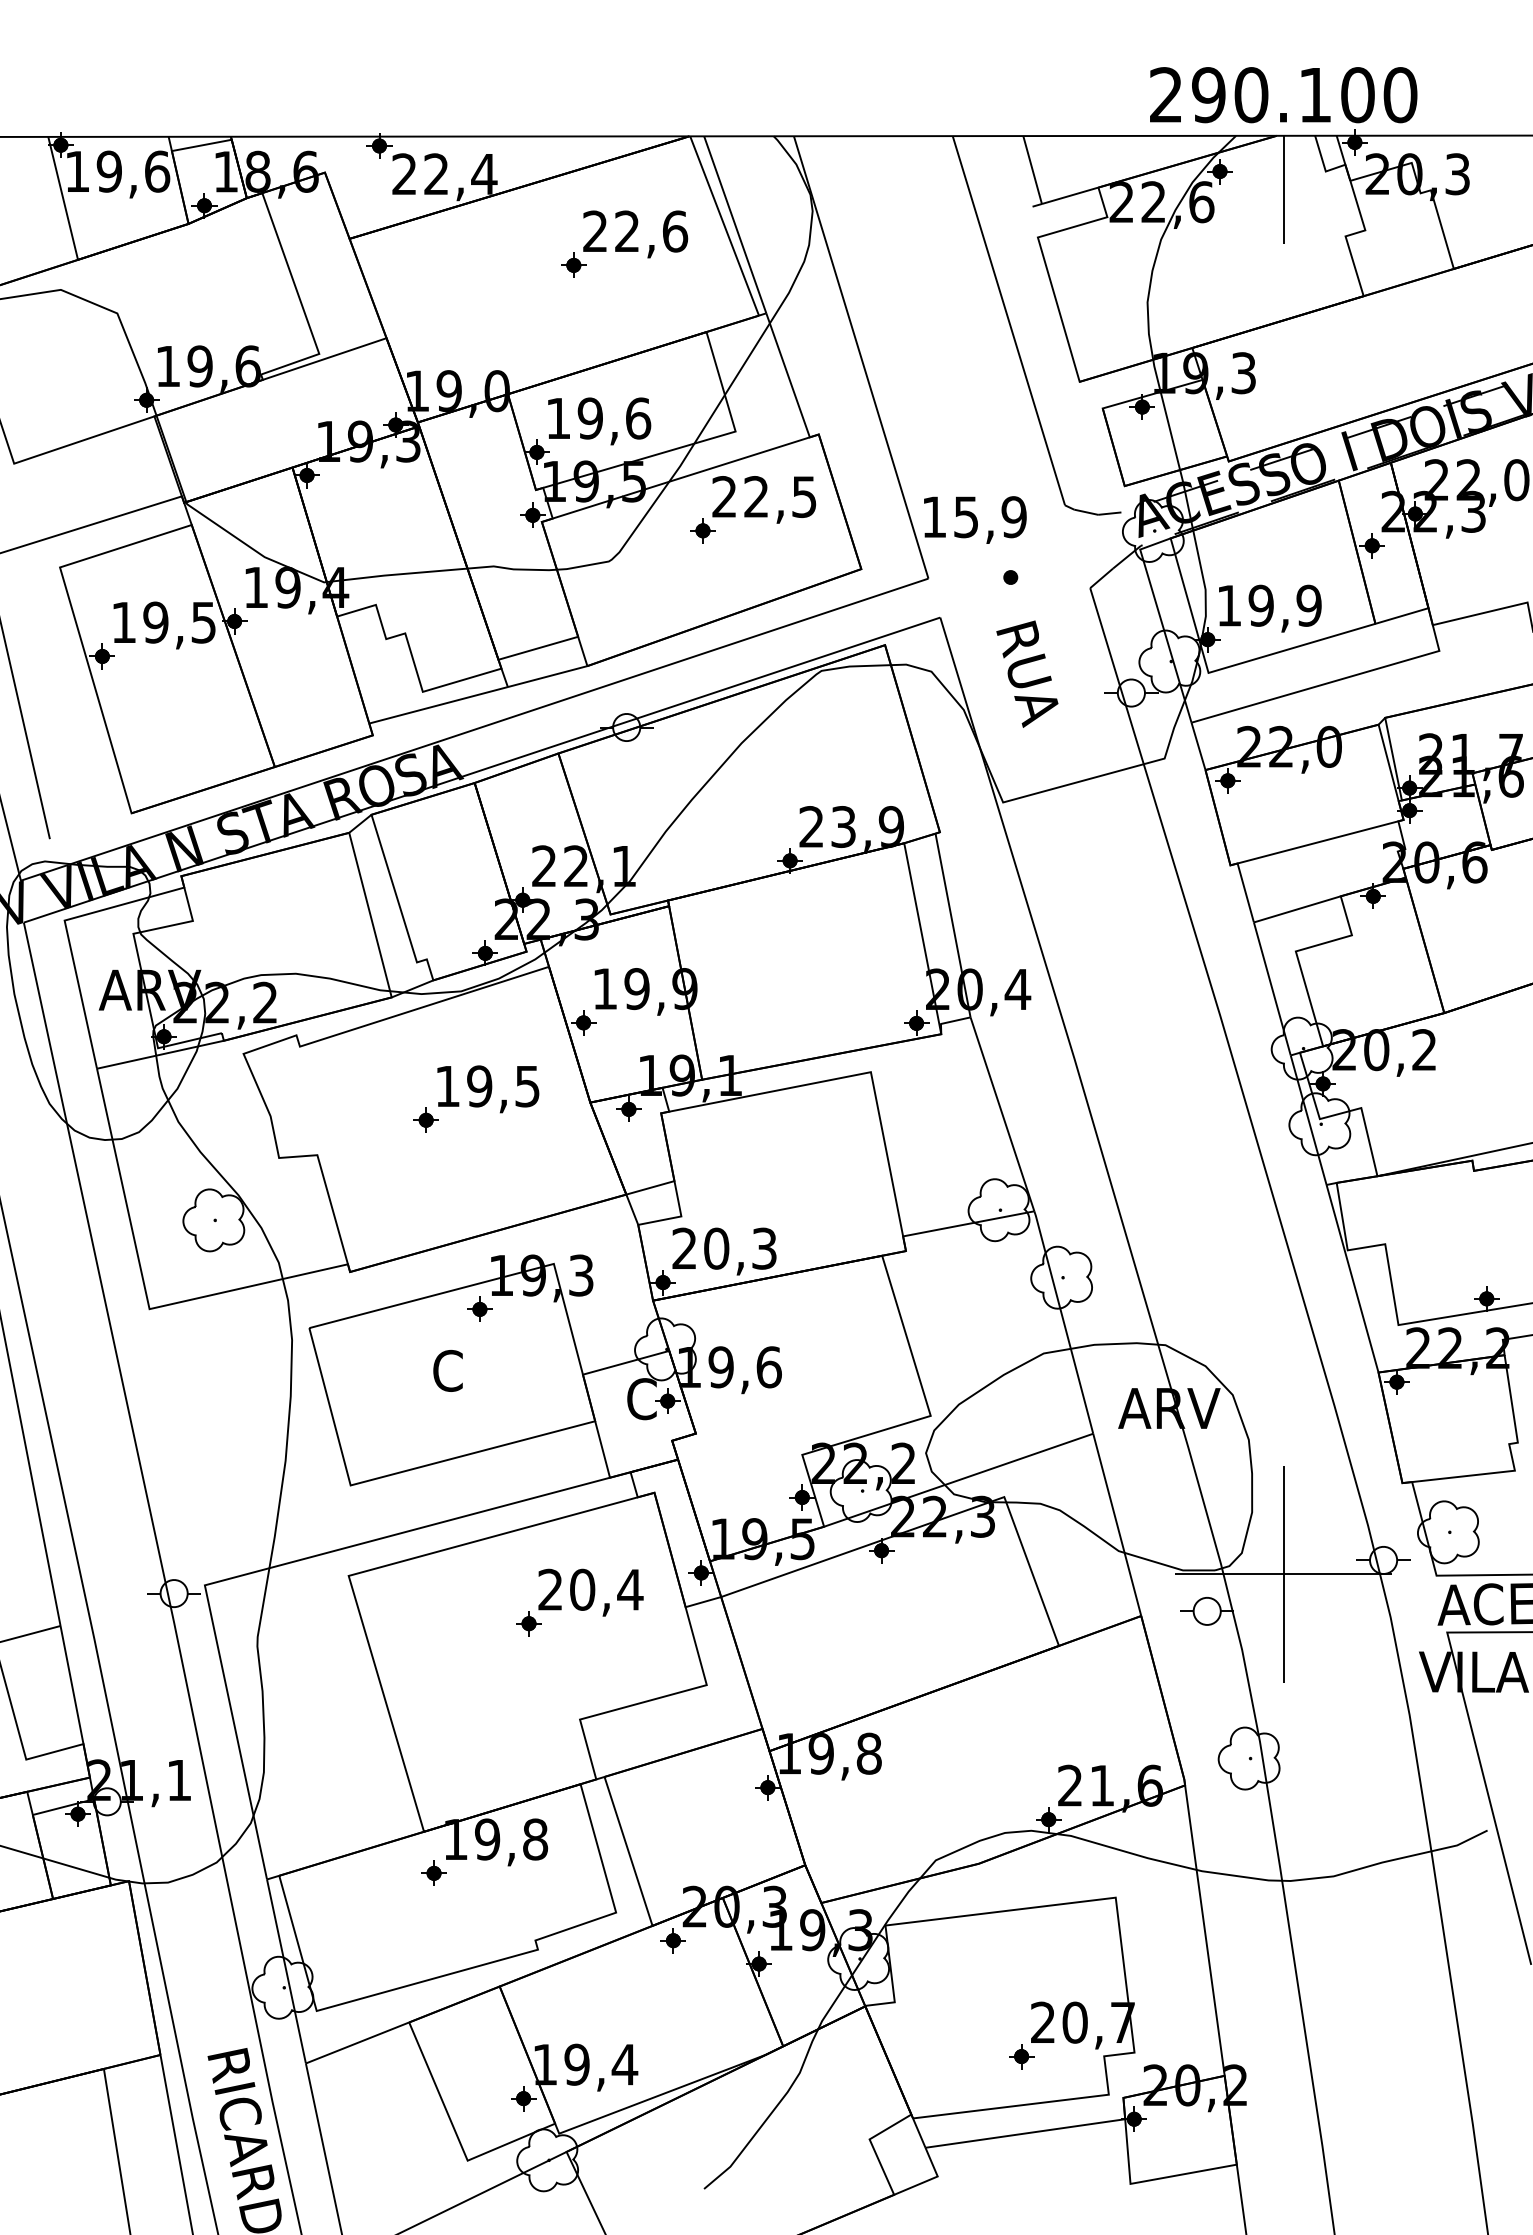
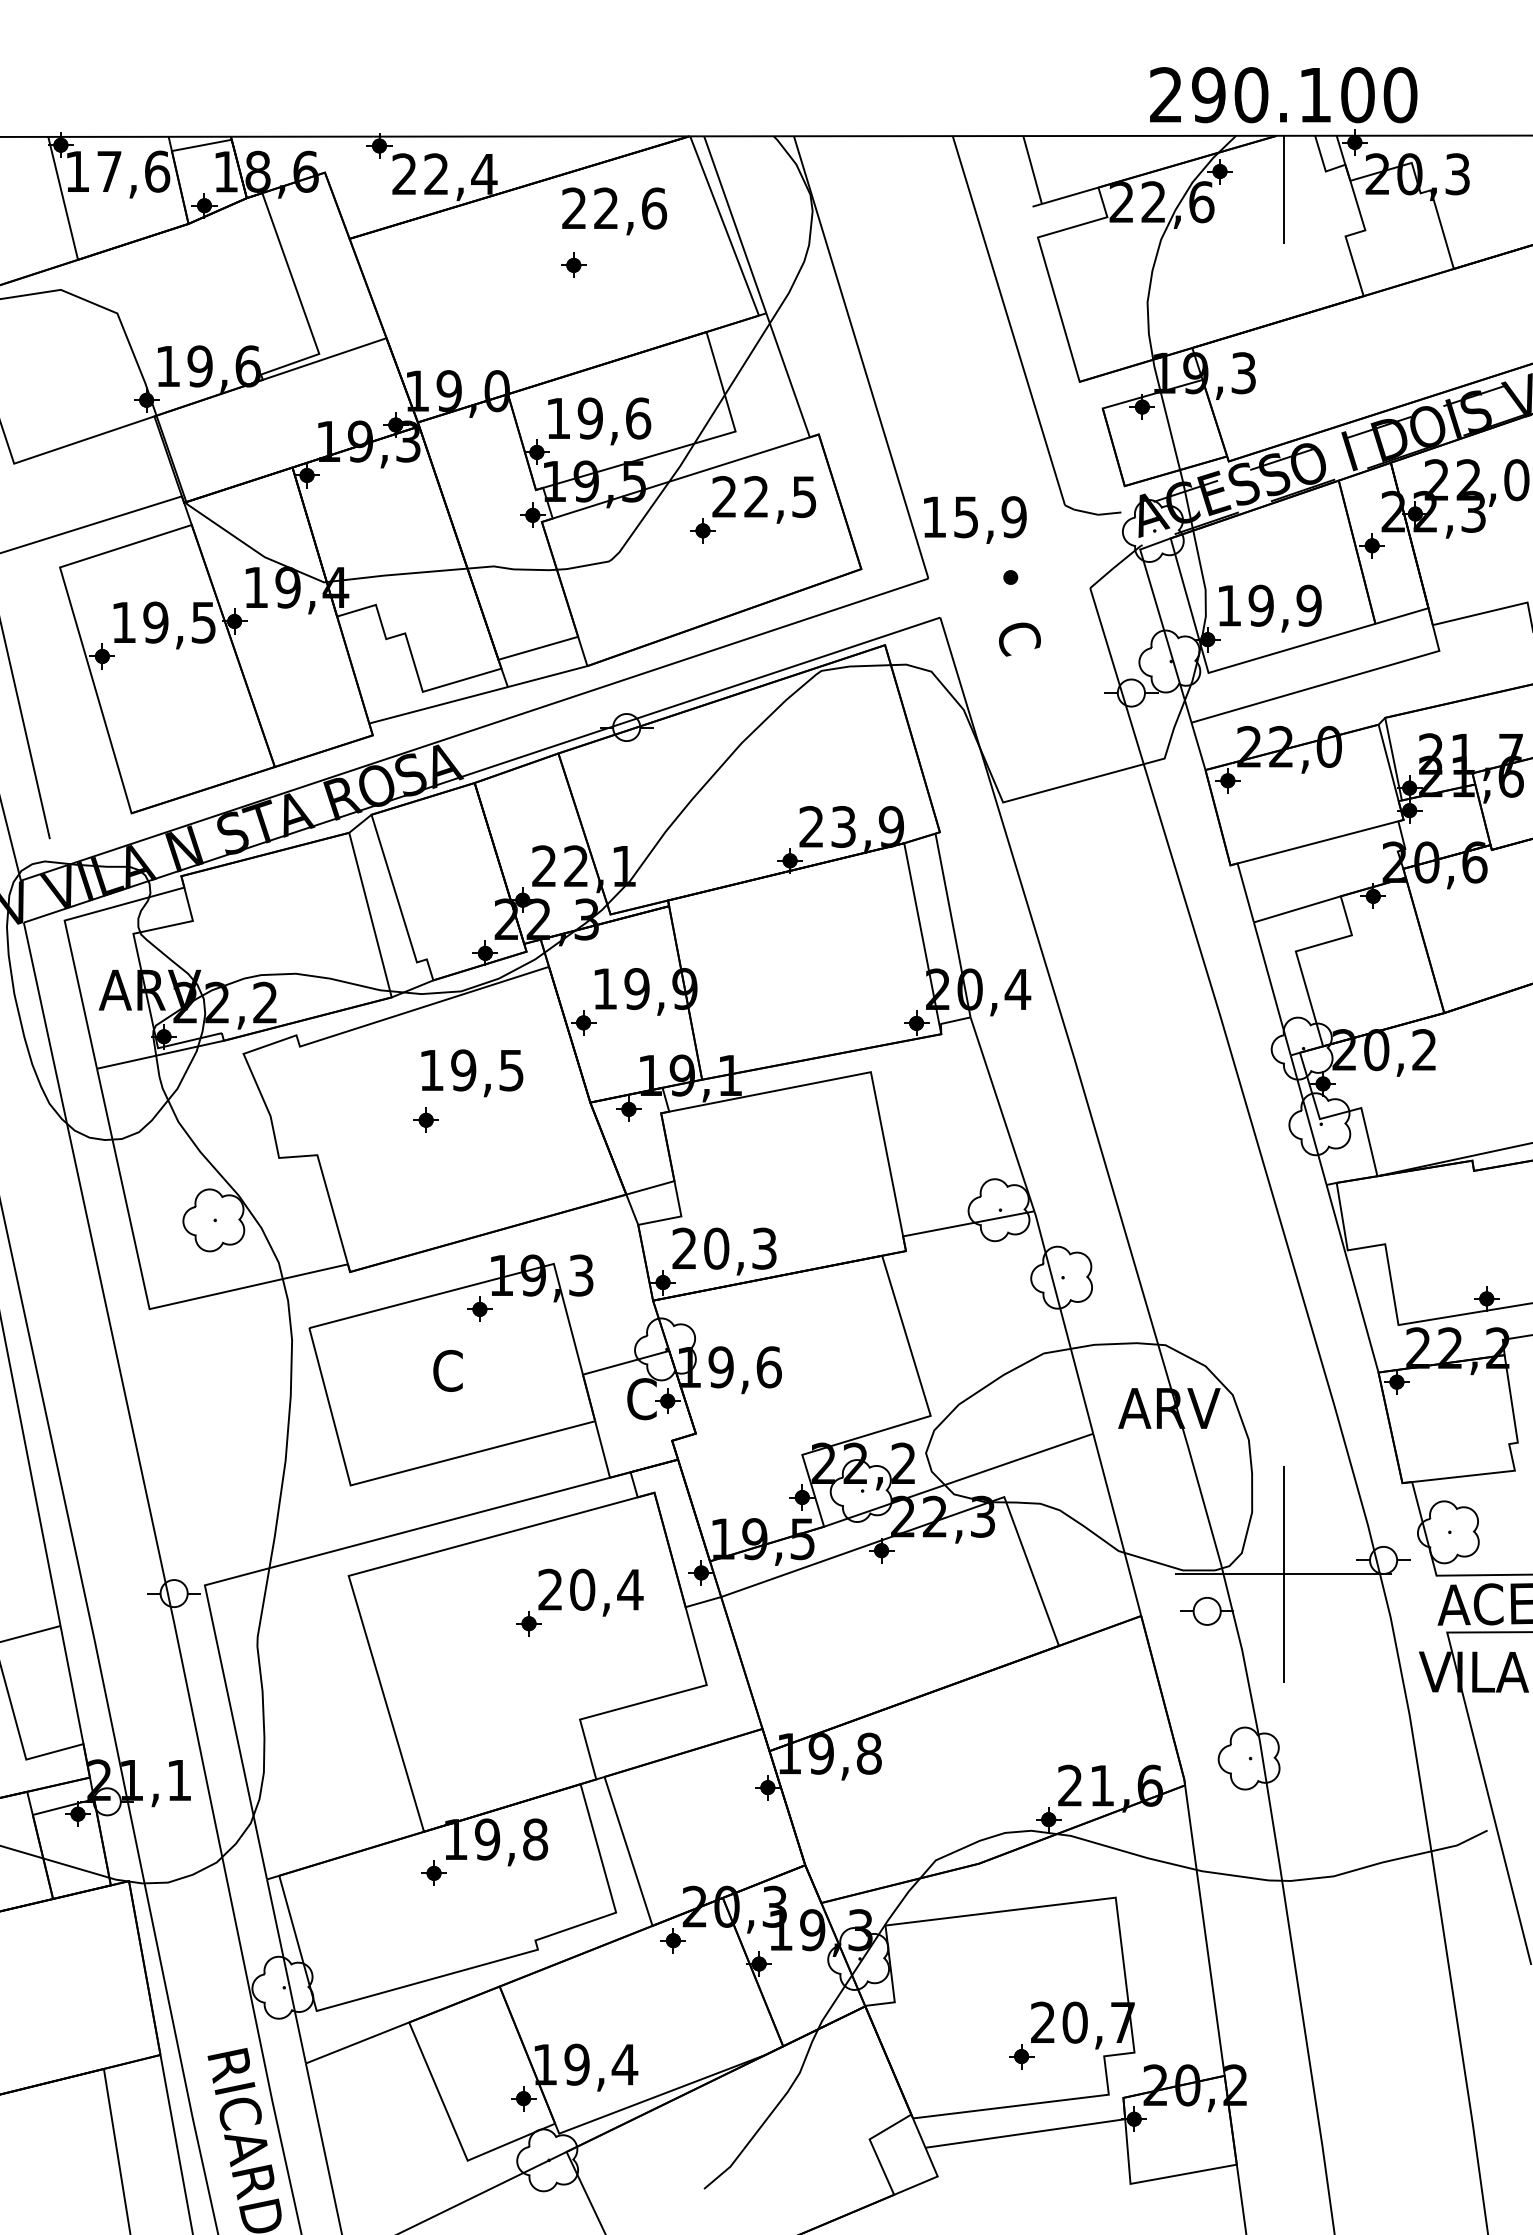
text at (108, 171): 19,6 -> 17,6
text at (635, 234) position: (635, 234) -> (614, 211)
text at (1027, 673): RUA -> C
text at (488, 1089) position: (488, 1089) -> (472, 1073)
